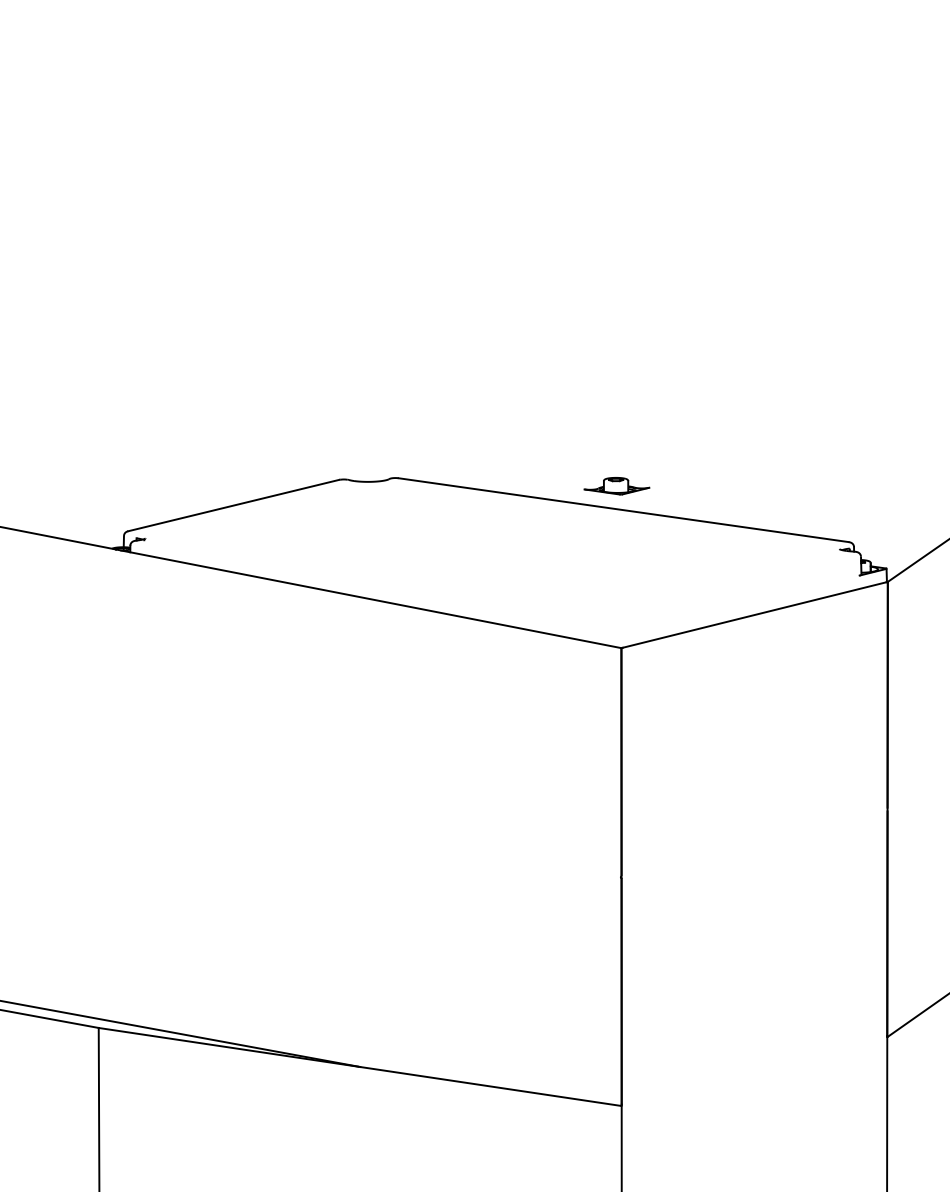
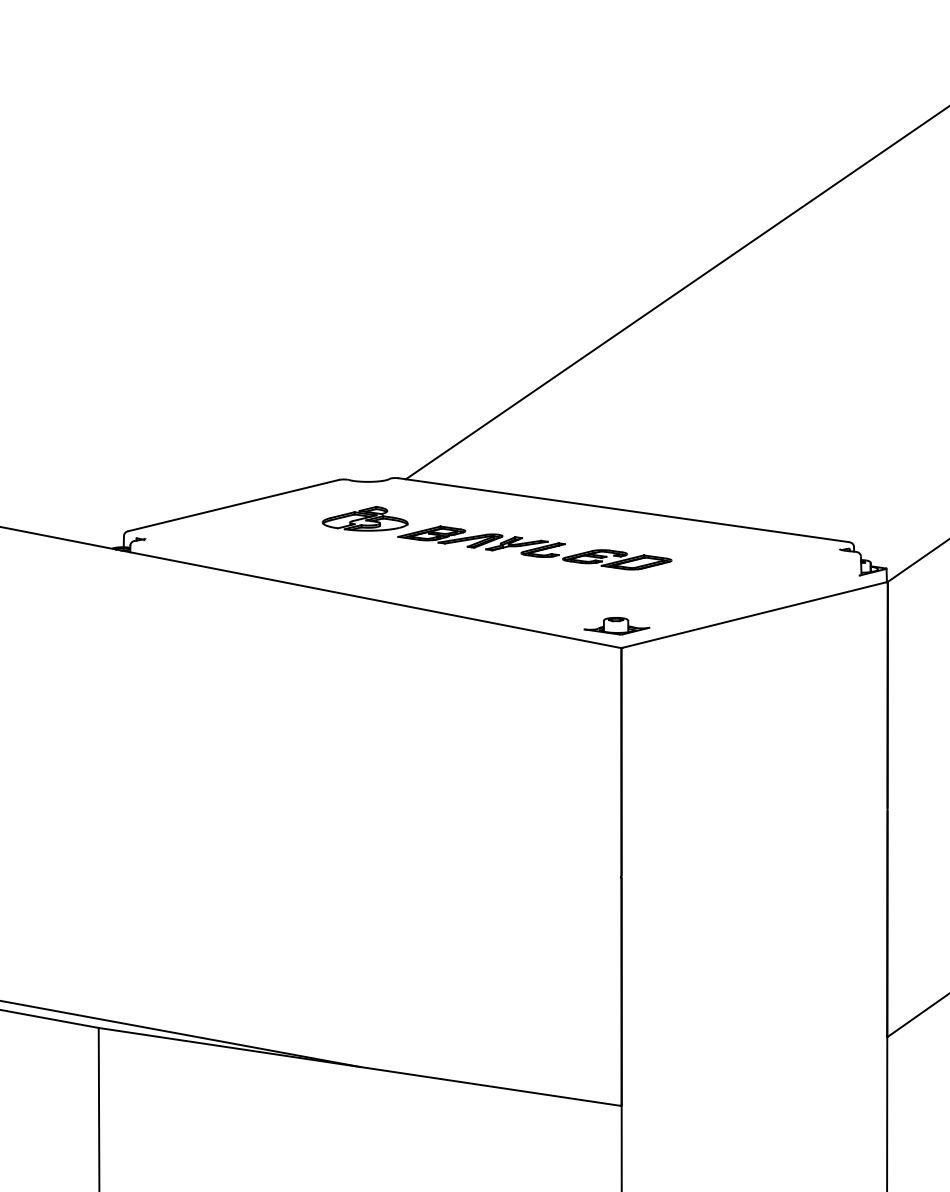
line at (675, 293): none -> present
part at (616, 486) position: (616, 486) -> (616, 626)
part at (496, 538): none -> present
